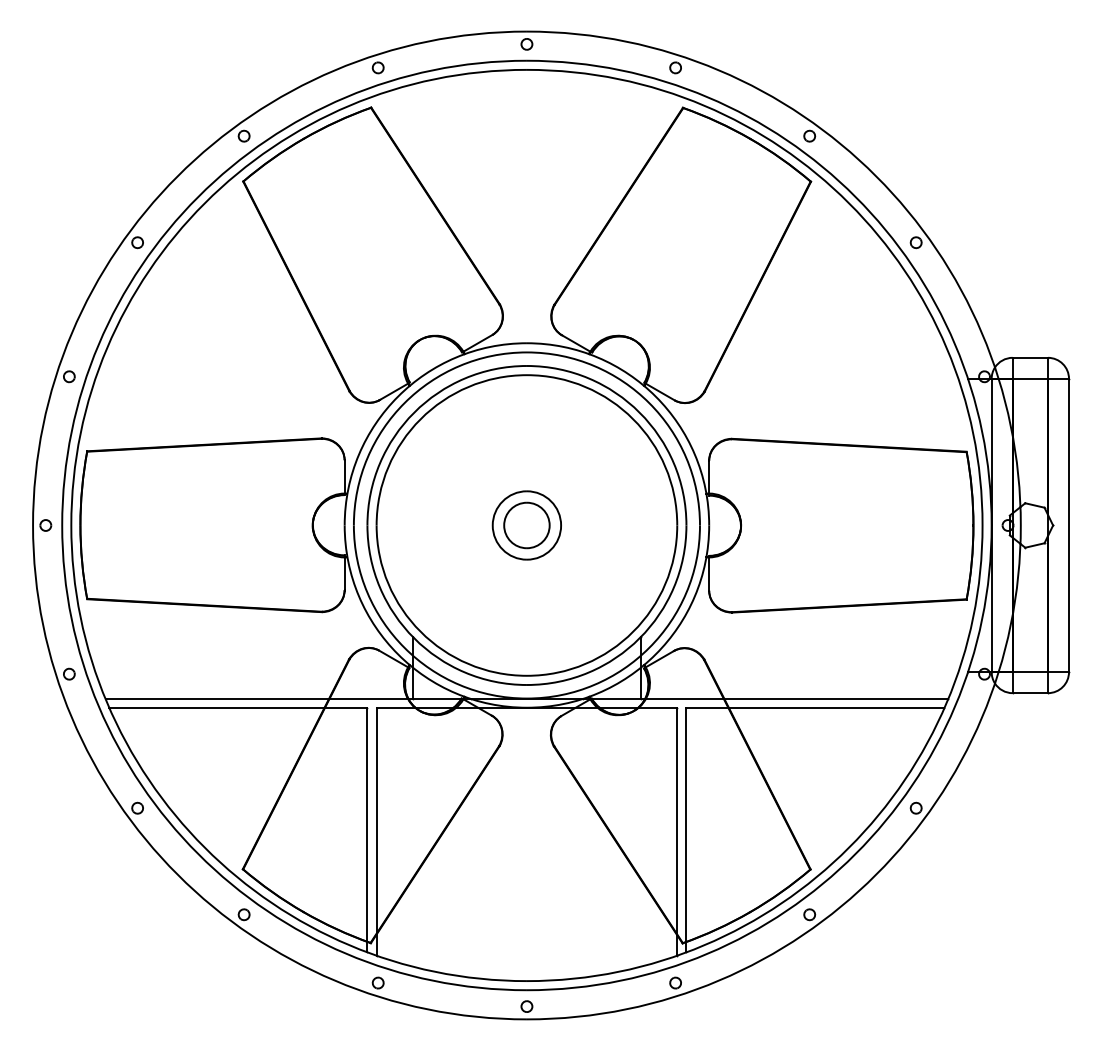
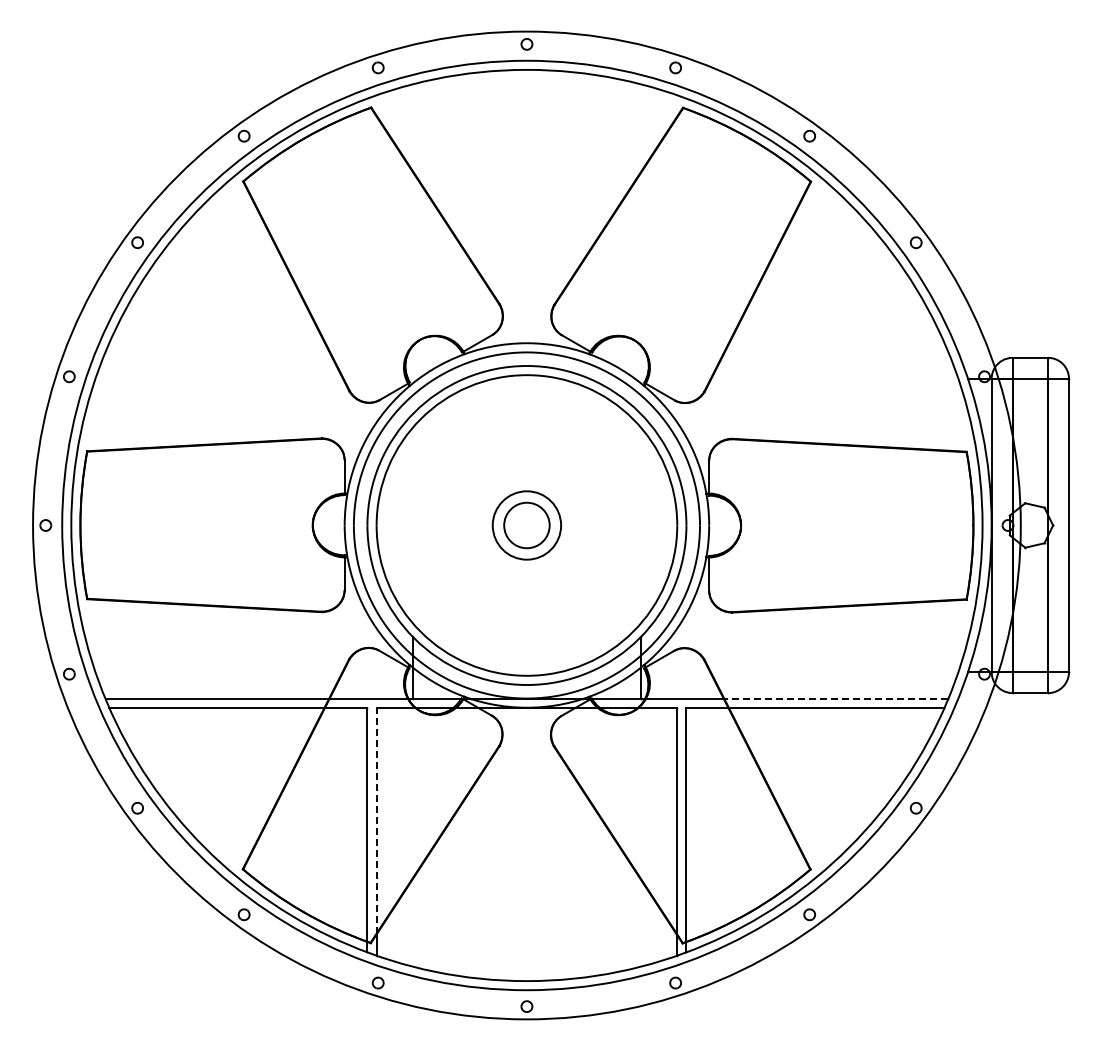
line at (835, 698): solid -> dashed
line at (376, 820): solid -> dashed
